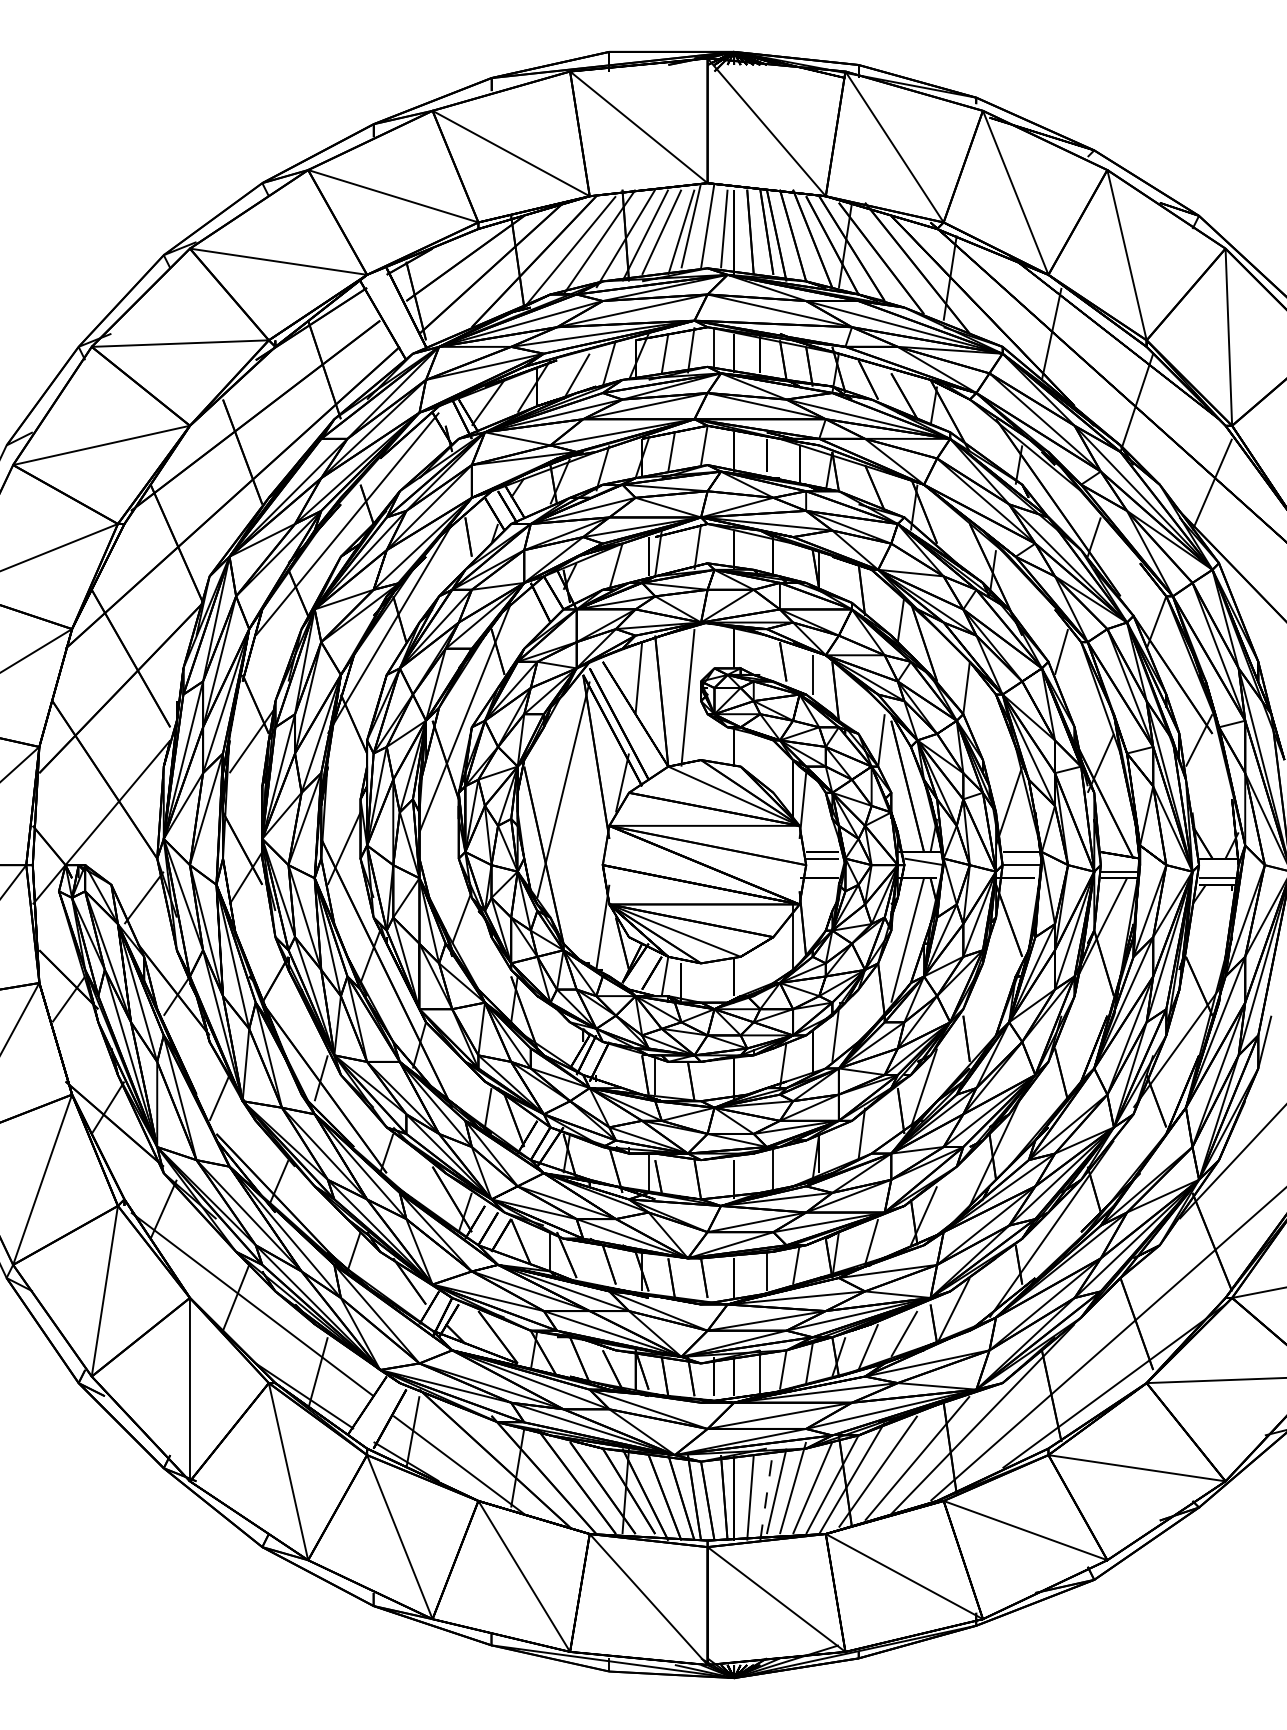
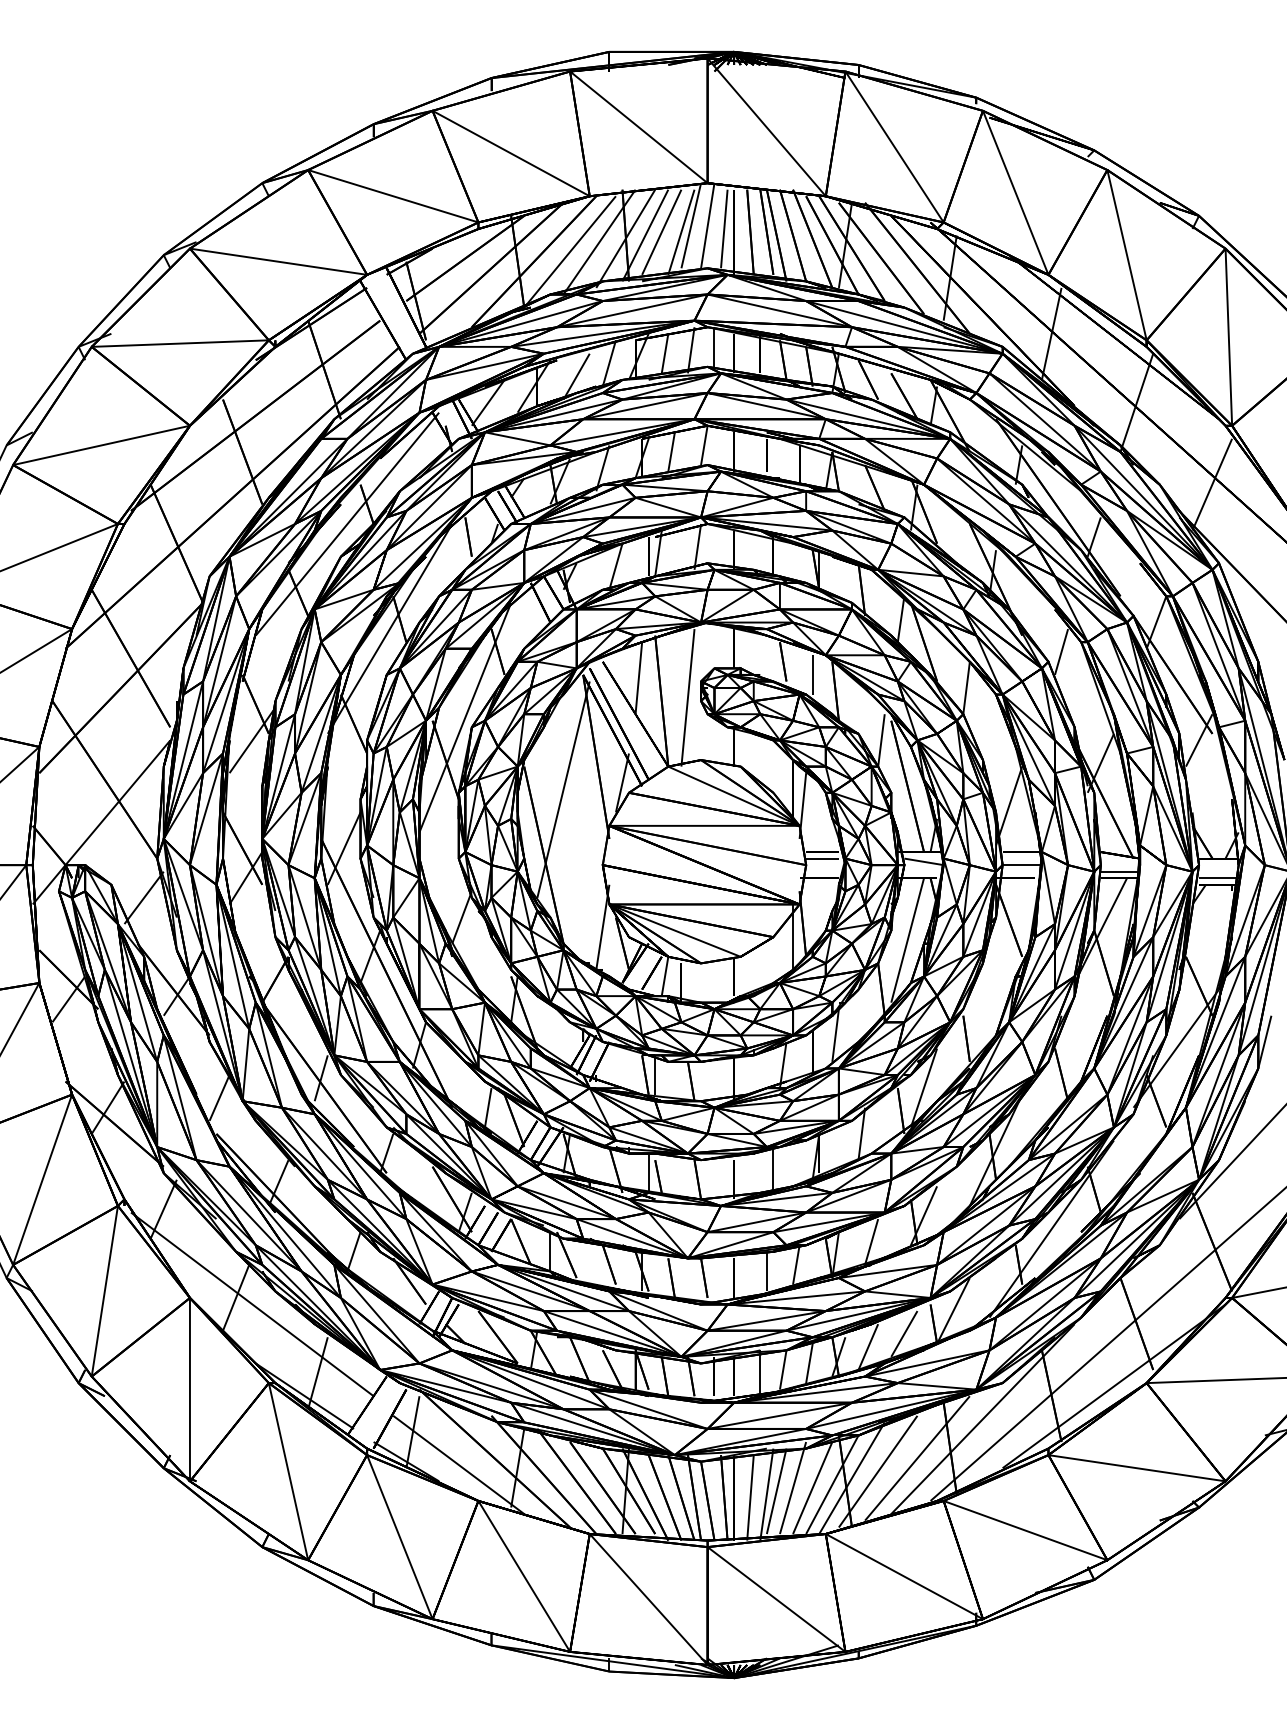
line at (766, 1494): dashed -> solid
